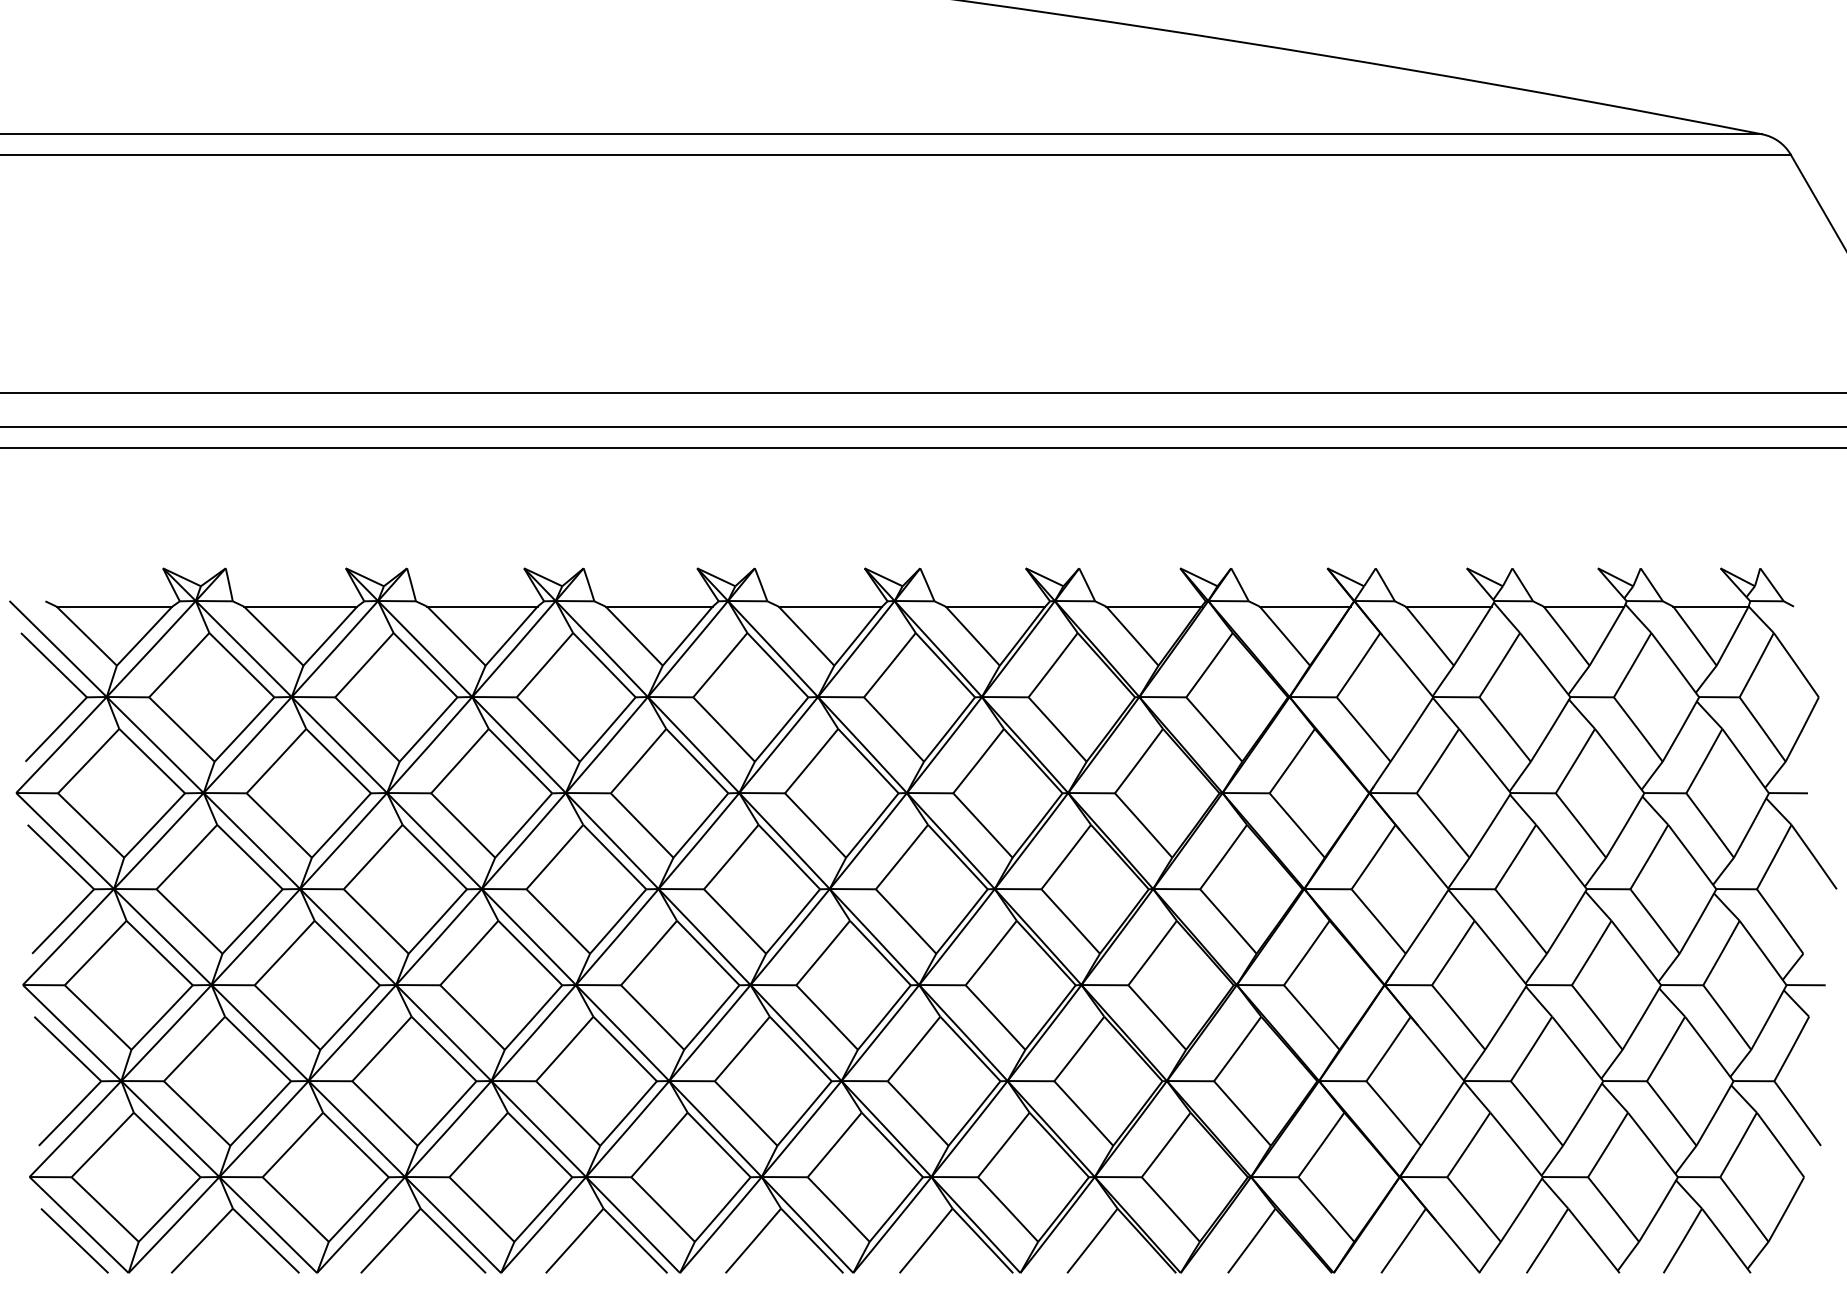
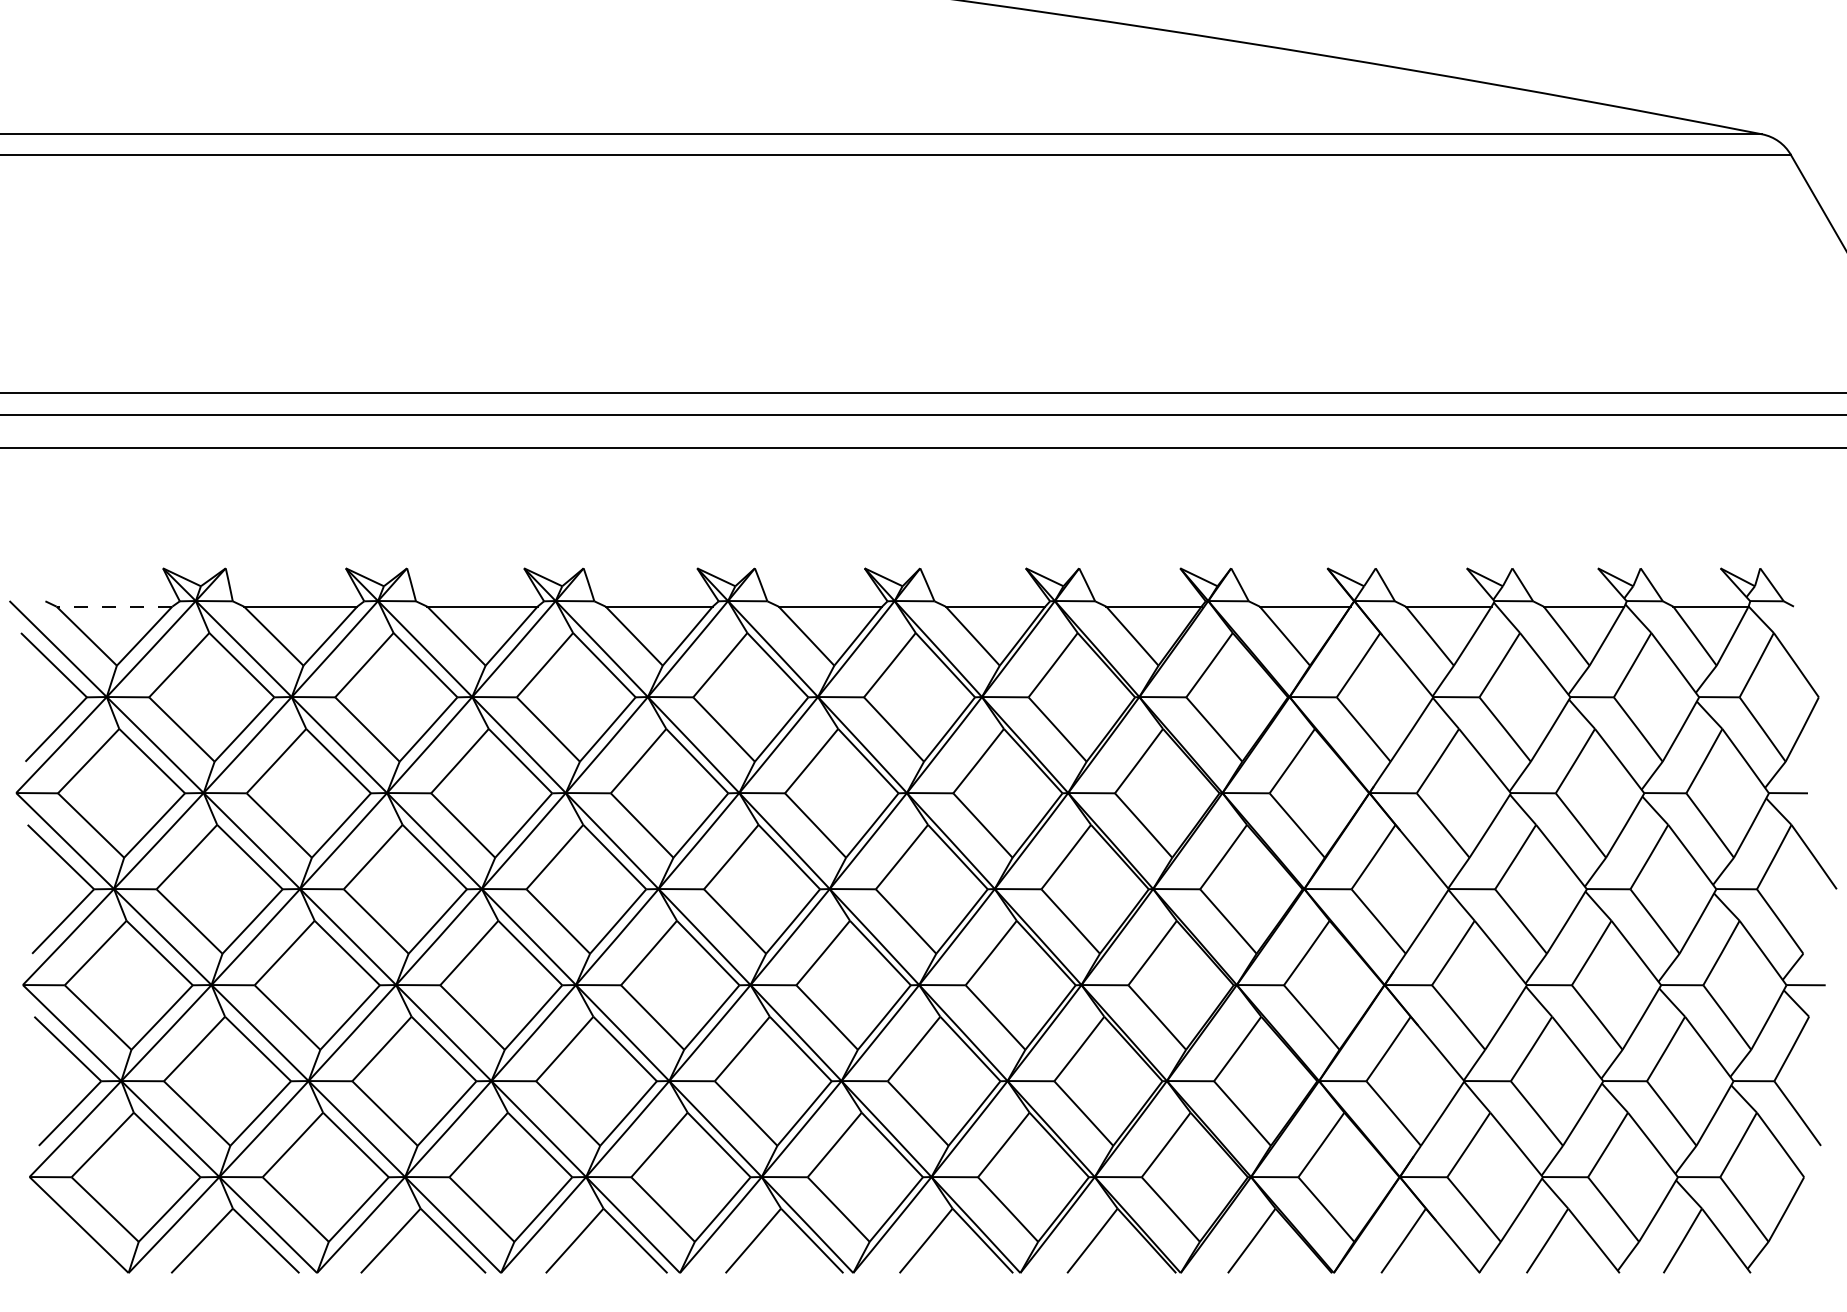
line at (922, 427) position: (922, 427) -> (922, 415)
line at (114, 606): solid -> dashed
line at (74, 1240): present -> none
